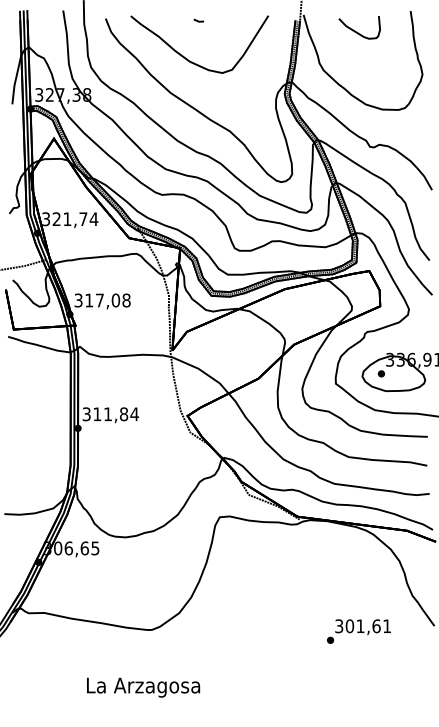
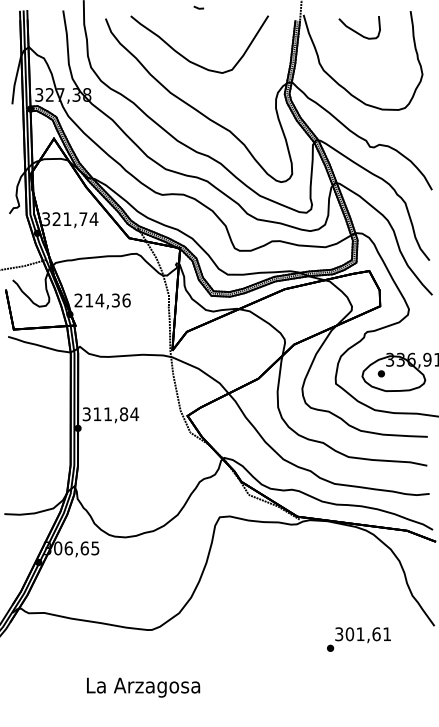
line at (198, 20) position: (198, 20) -> (198, 7)
text at (102, 300): 317,08 -> 214,36
text at (358, 631) position: (358, 631) -> (358, 639)
